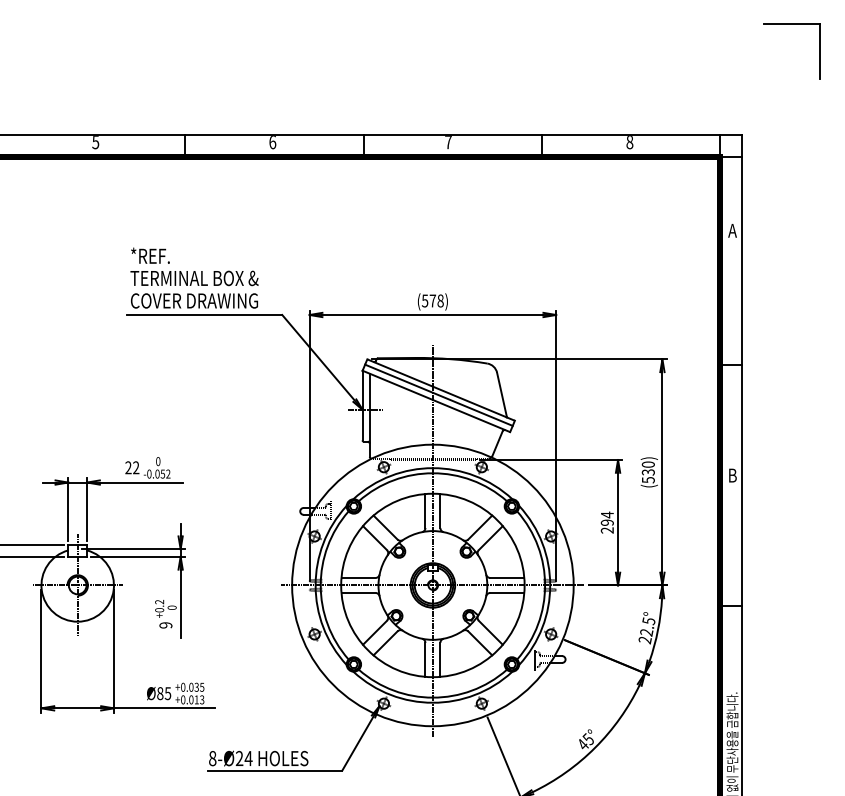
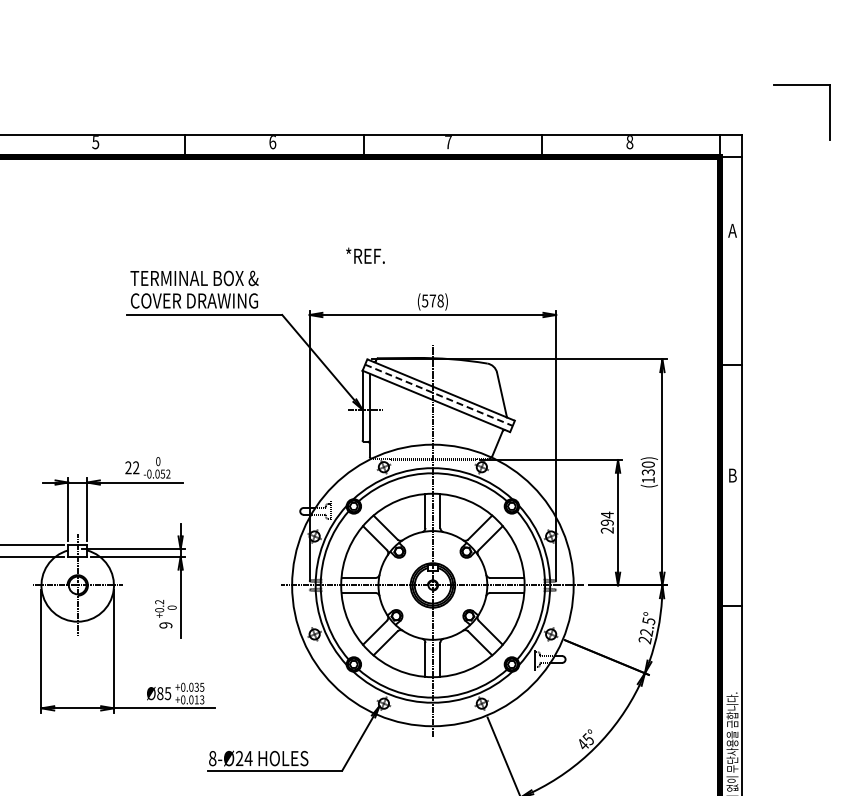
part at (791, 24) position: (791, 24) -> (801, 85)
text at (150, 255) position: (150, 255) -> (365, 255)
line at (438, 395): solid -> dashed
text at (648, 480): (530) -> (130)
